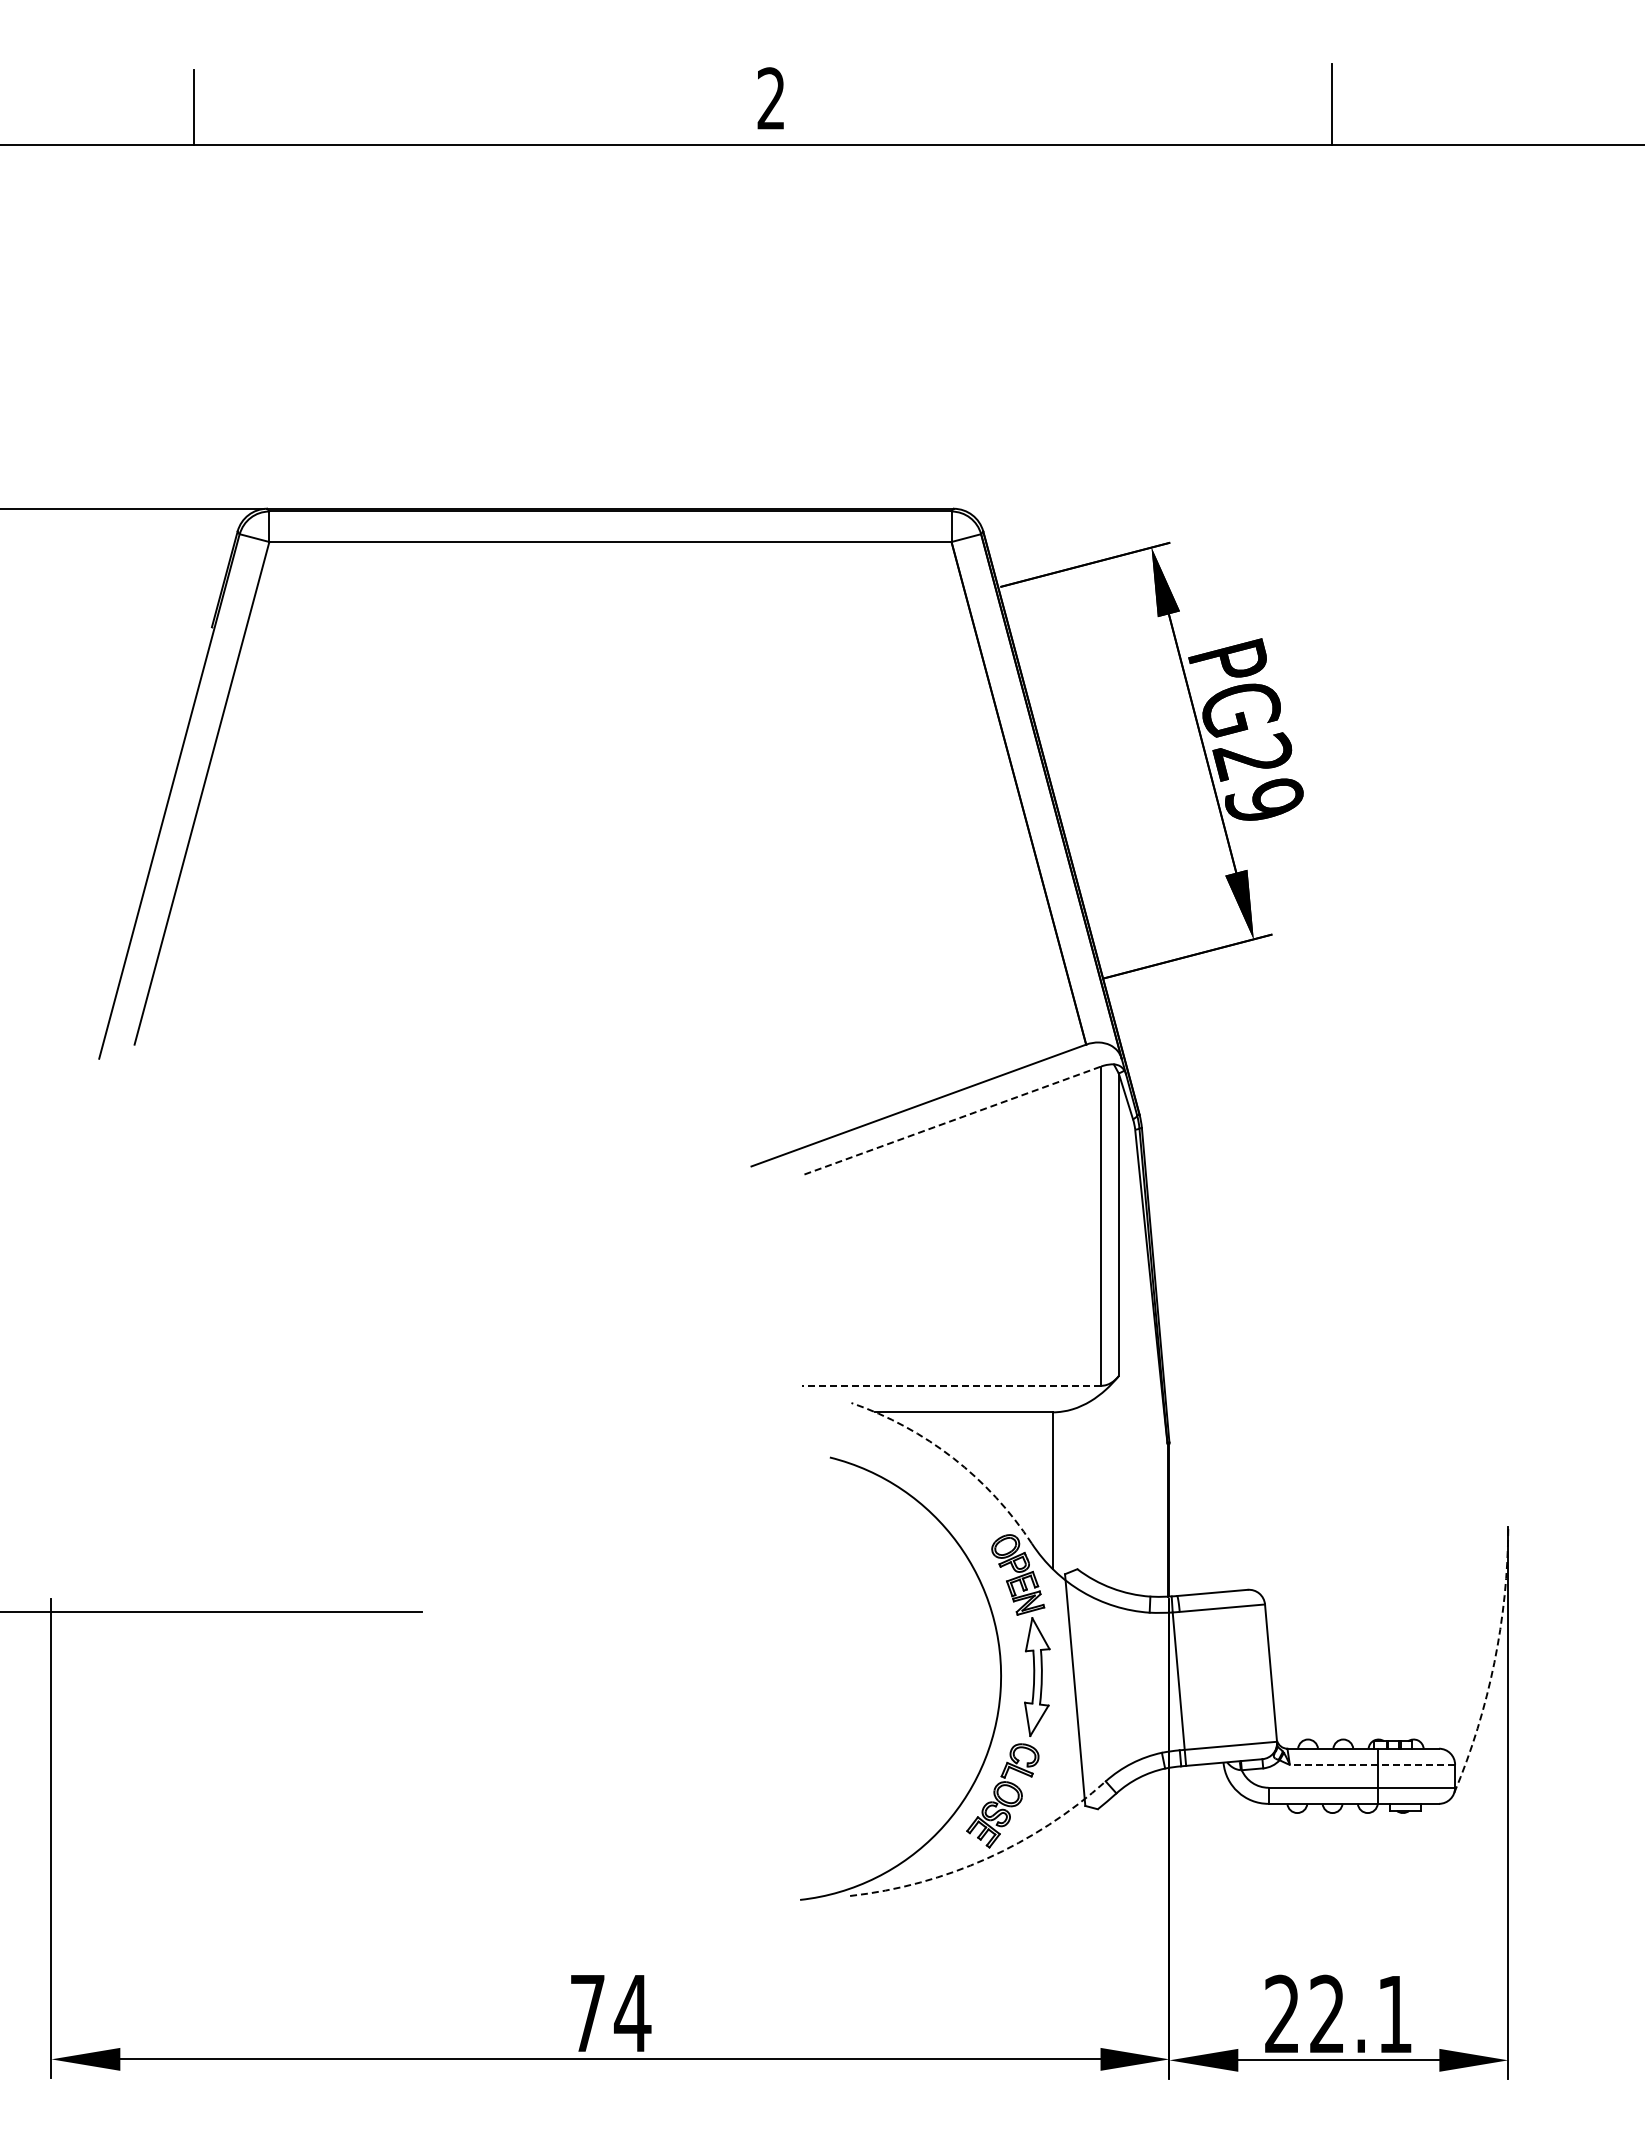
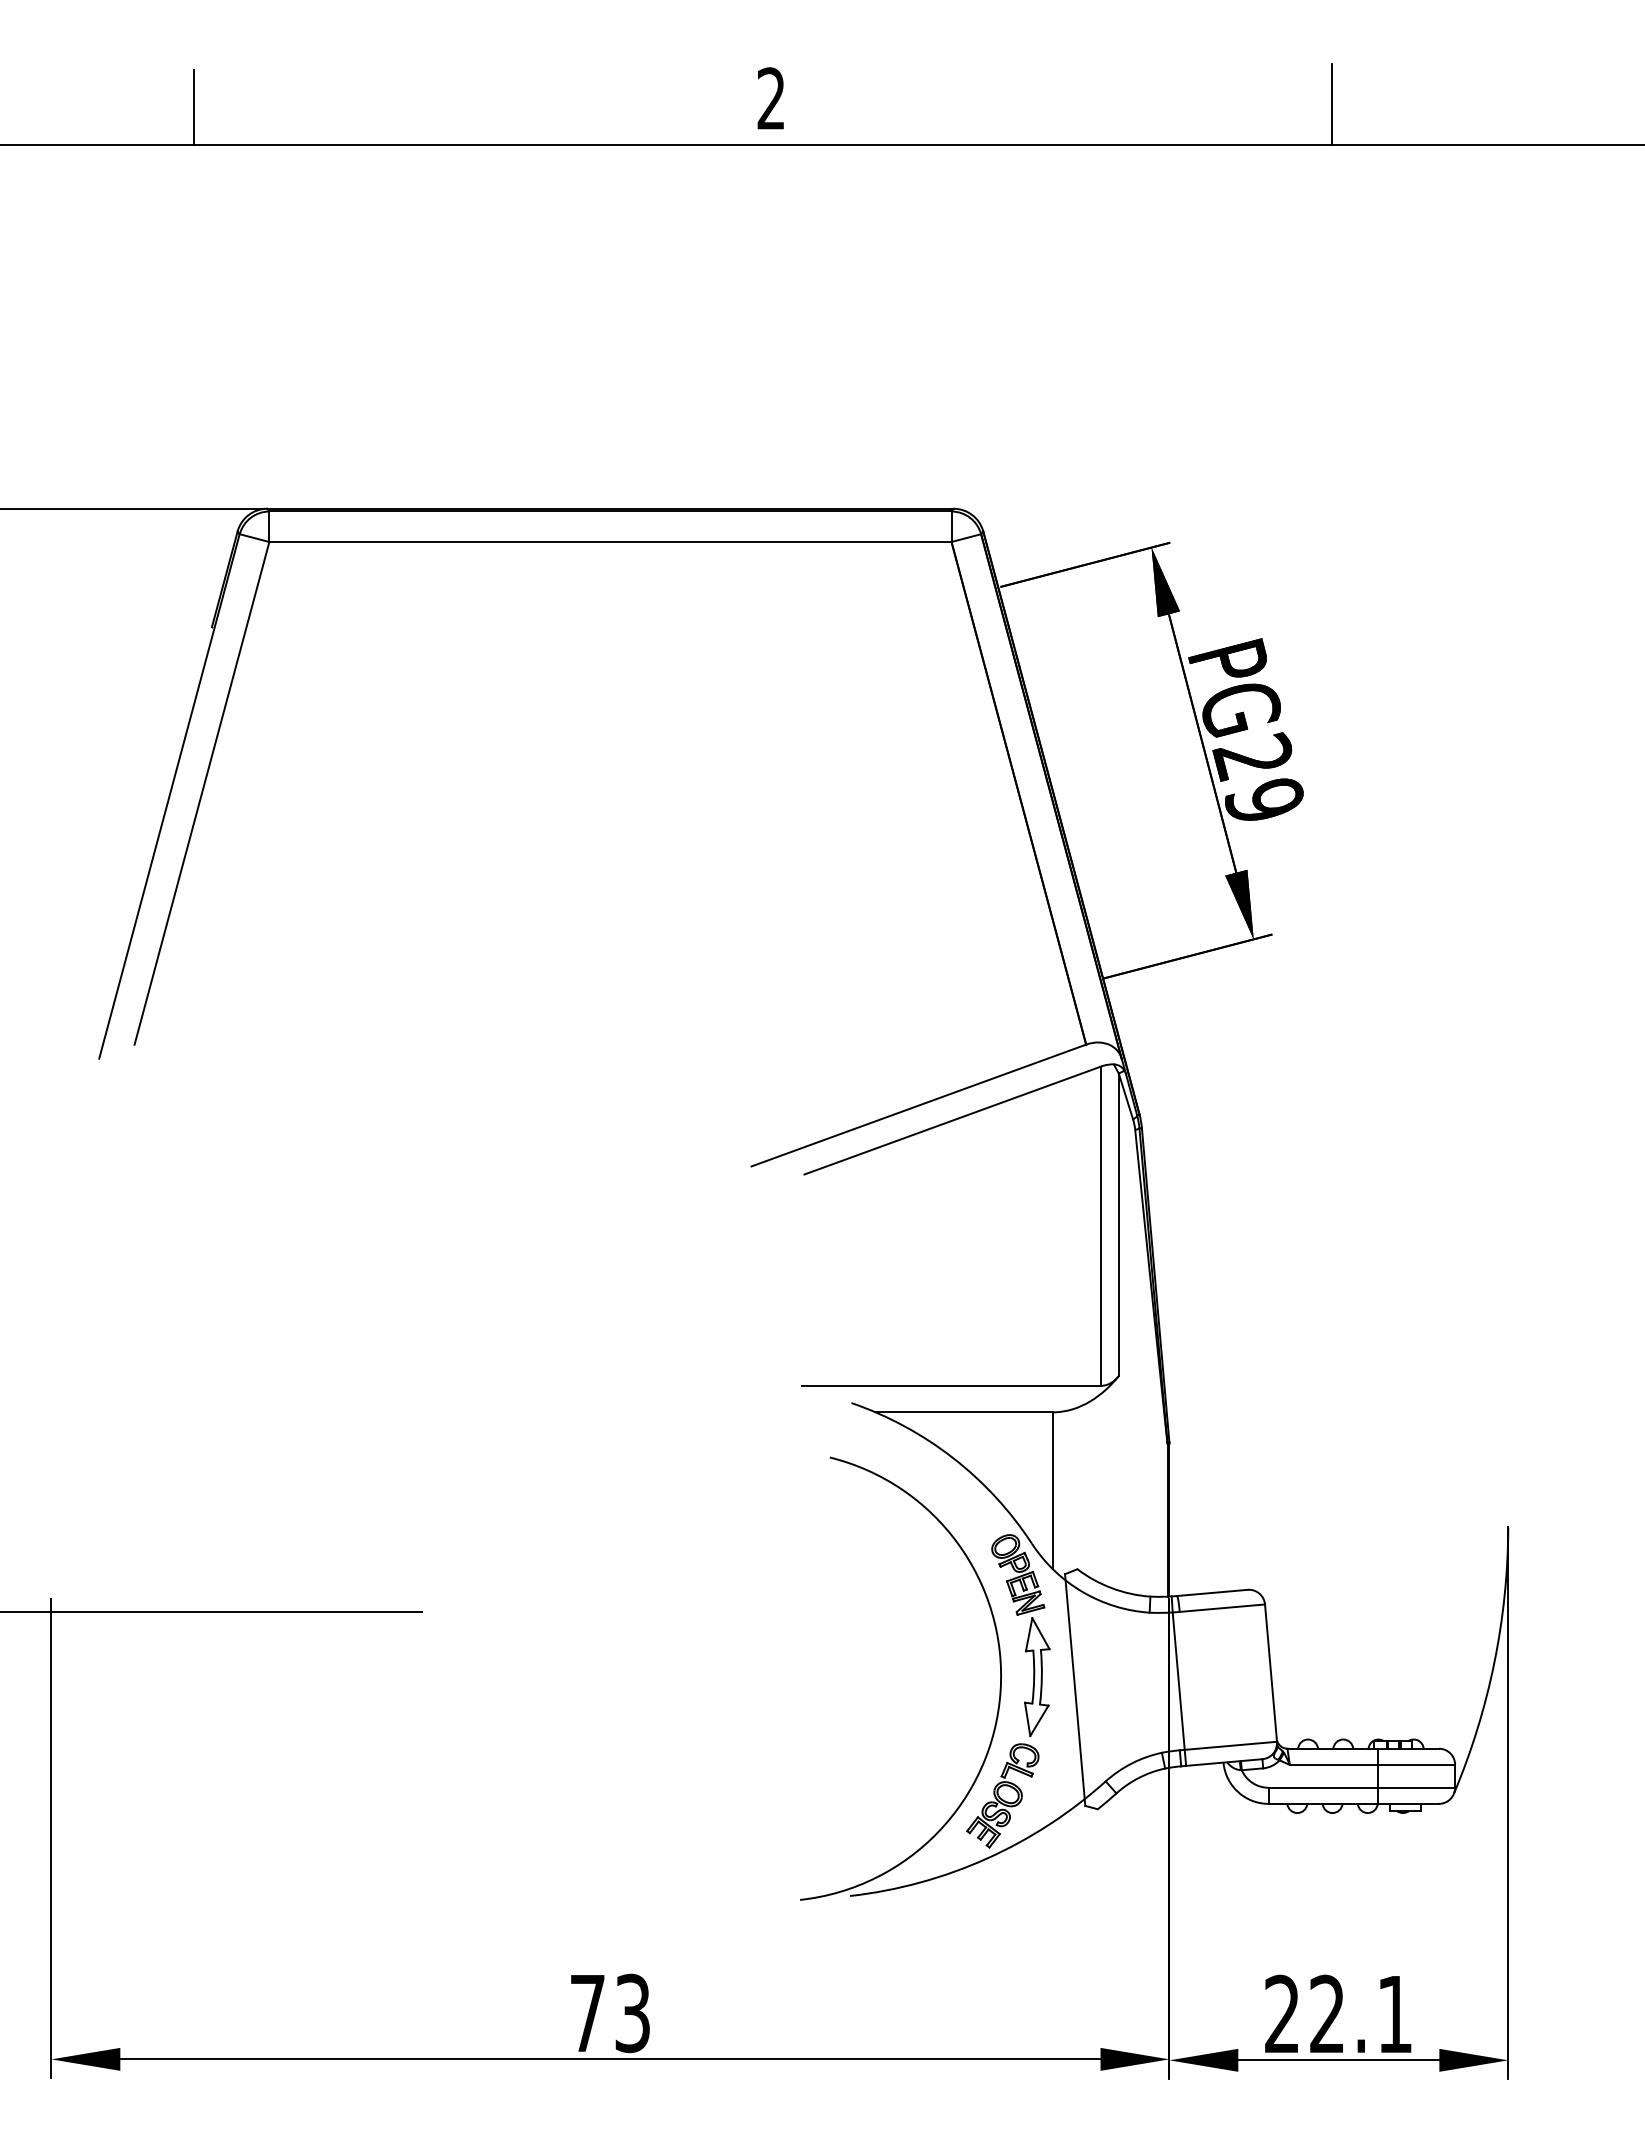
line at (952, 1120): dashed -> solid
line at (951, 1385): dashed -> solid
arc at (953, 1458): dashed -> solid
arc at (1494, 1662): dashed -> solid
line at (1372, 1764): dashed -> solid
arc at (986, 1858): dashed -> solid
text at (632, 2013): 74 -> 73
